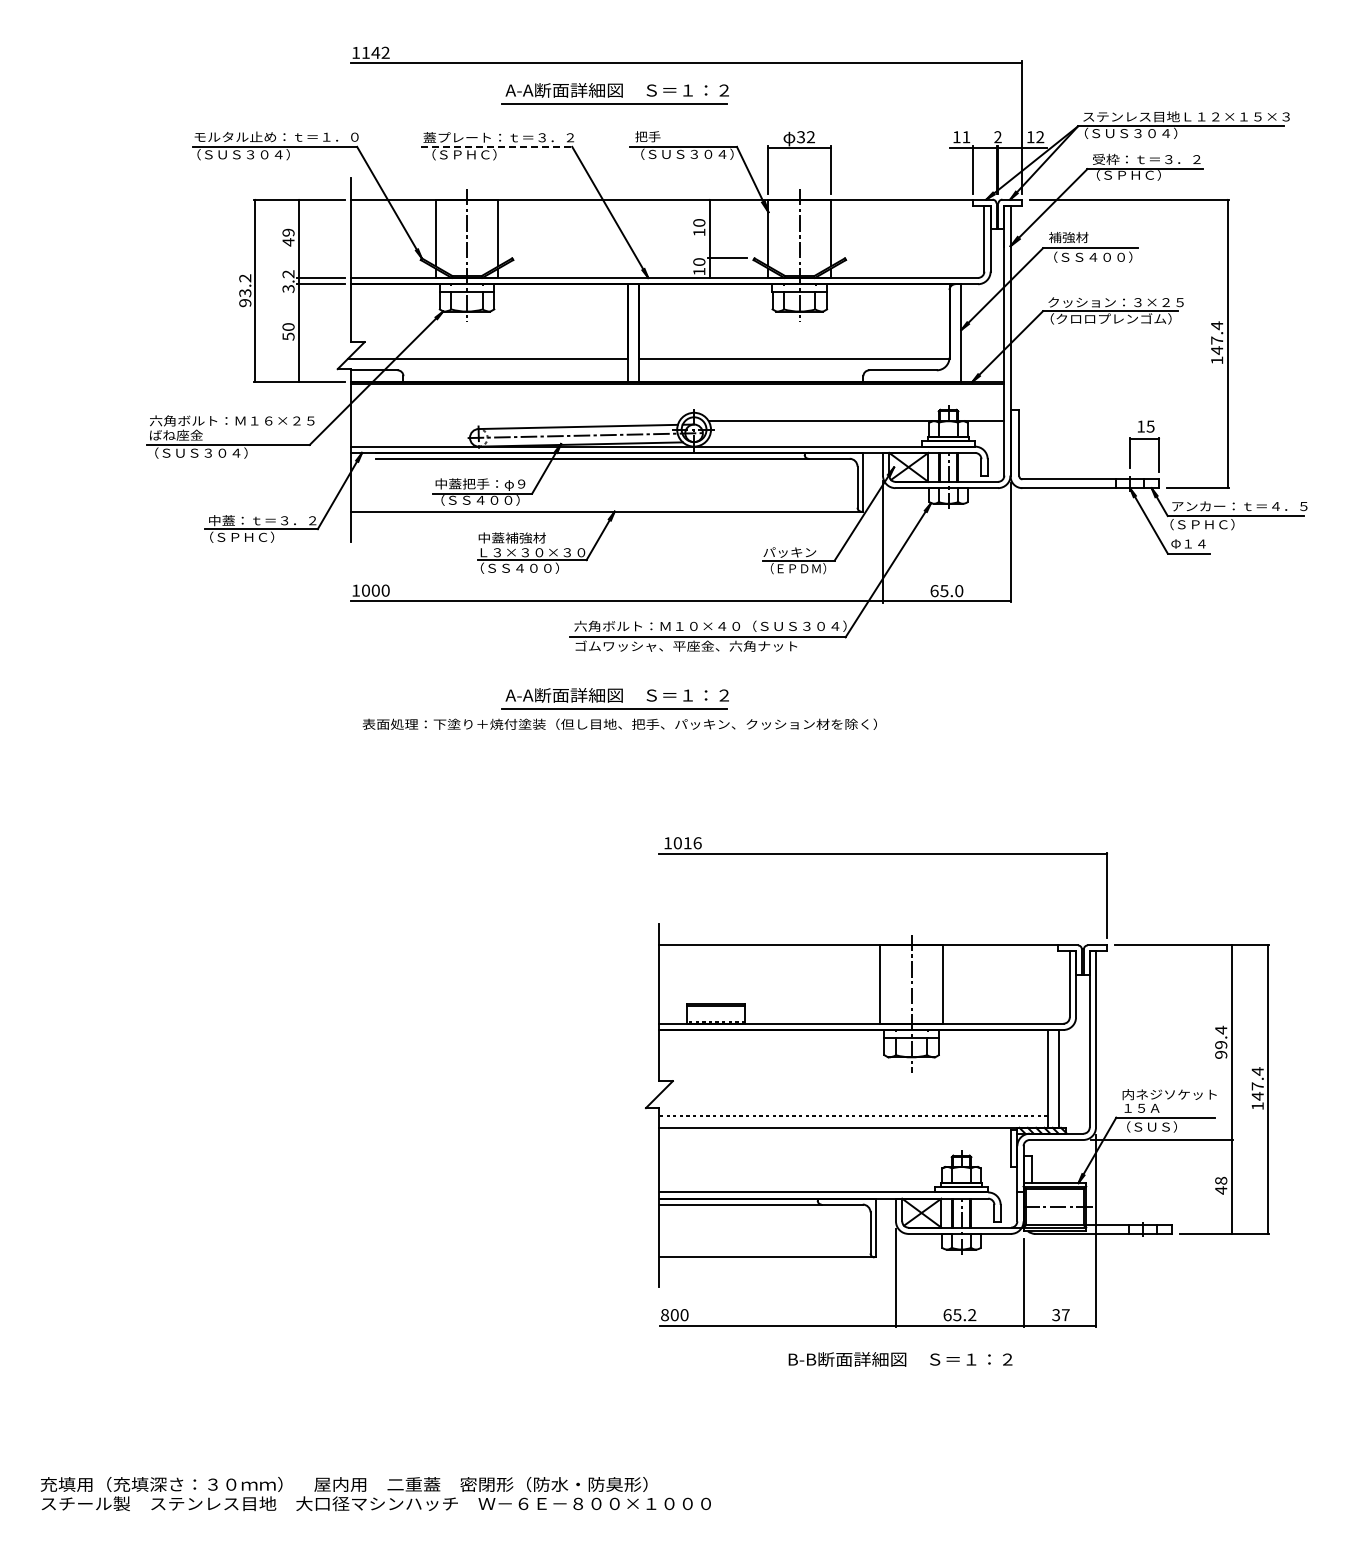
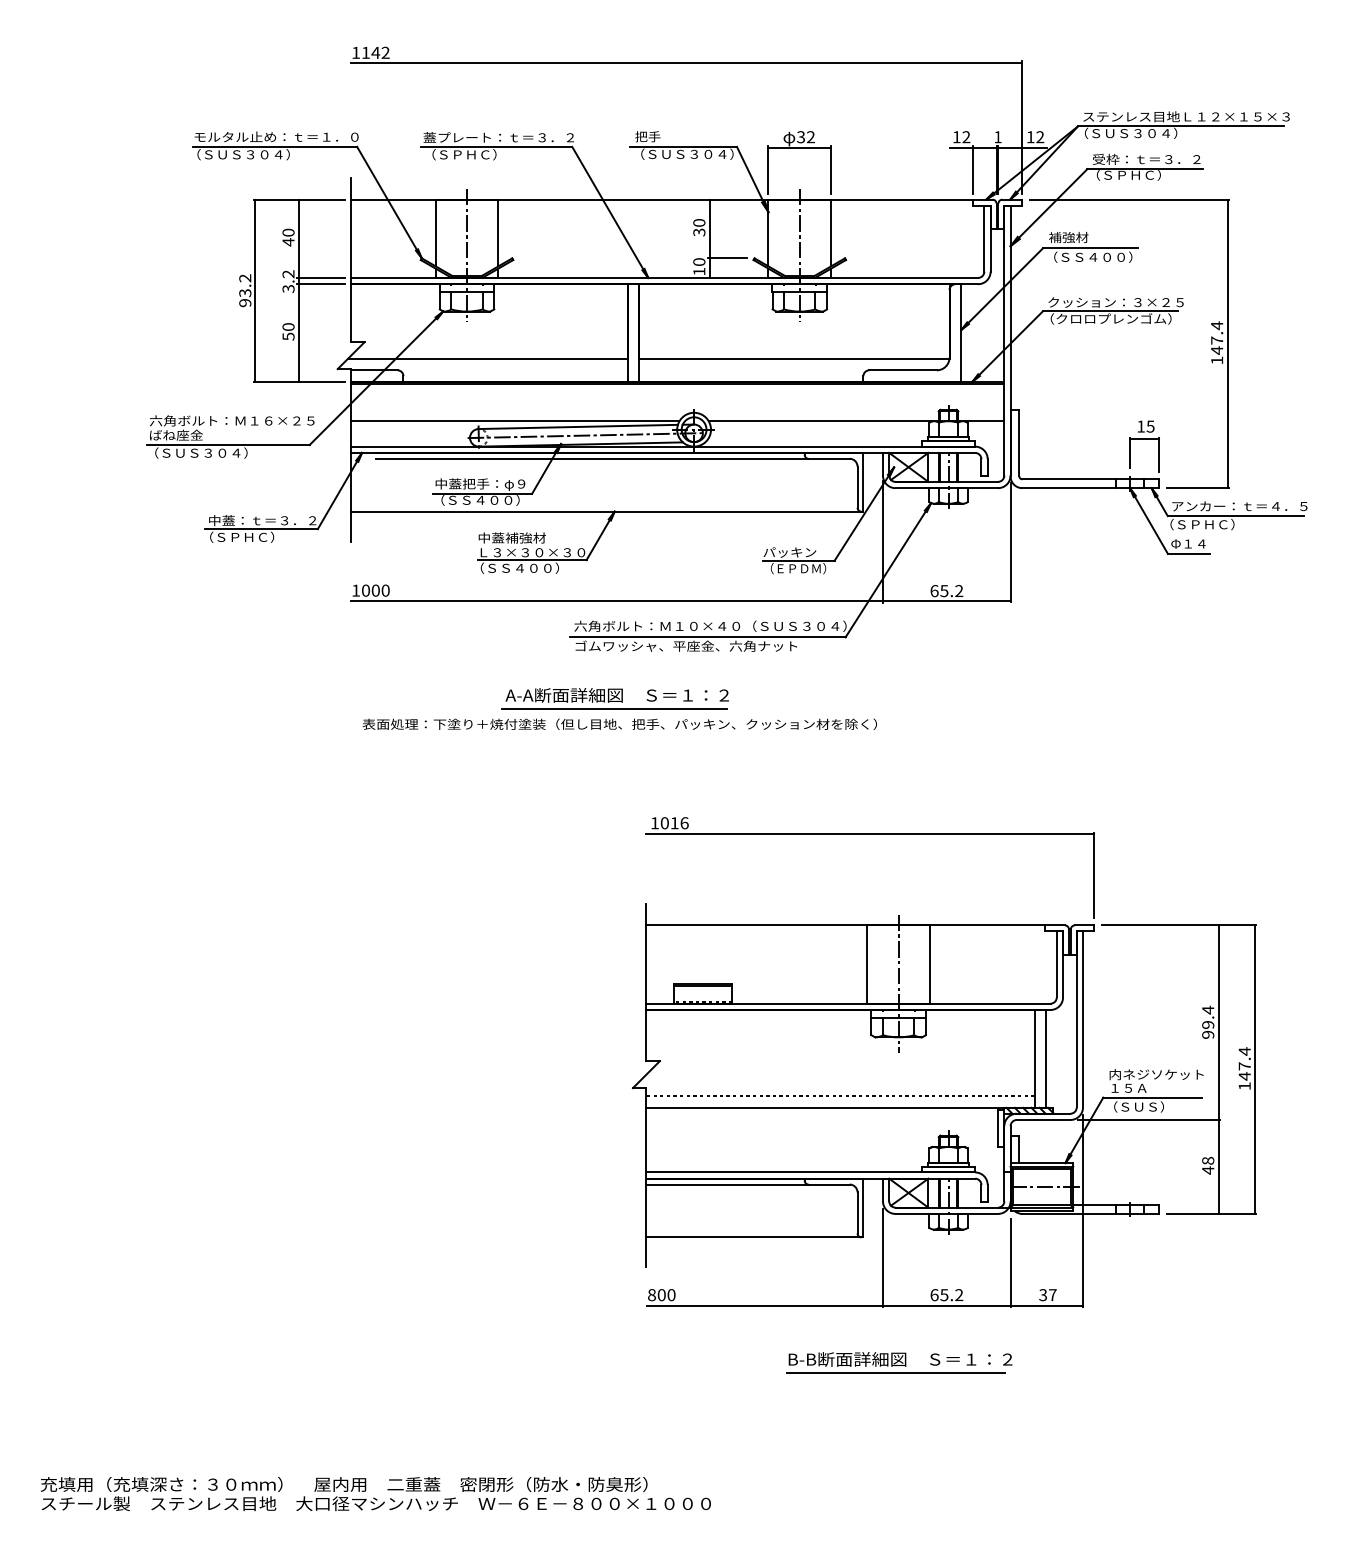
part at (614, 93): present -> none
text at (966, 136): 11 -> 12
text at (997, 137): 2 -> 1
line at (496, 146): dashed -> solid
text at (288, 232): 49 -> 40
text at (699, 232): 10 -> 30
line at (515, 421): none -> present
text at (959, 591): 65.0 -> 65.2
part at (957, 1082) position: (957, 1082) -> (944, 1062)
line at (895, 1372): none -> present
